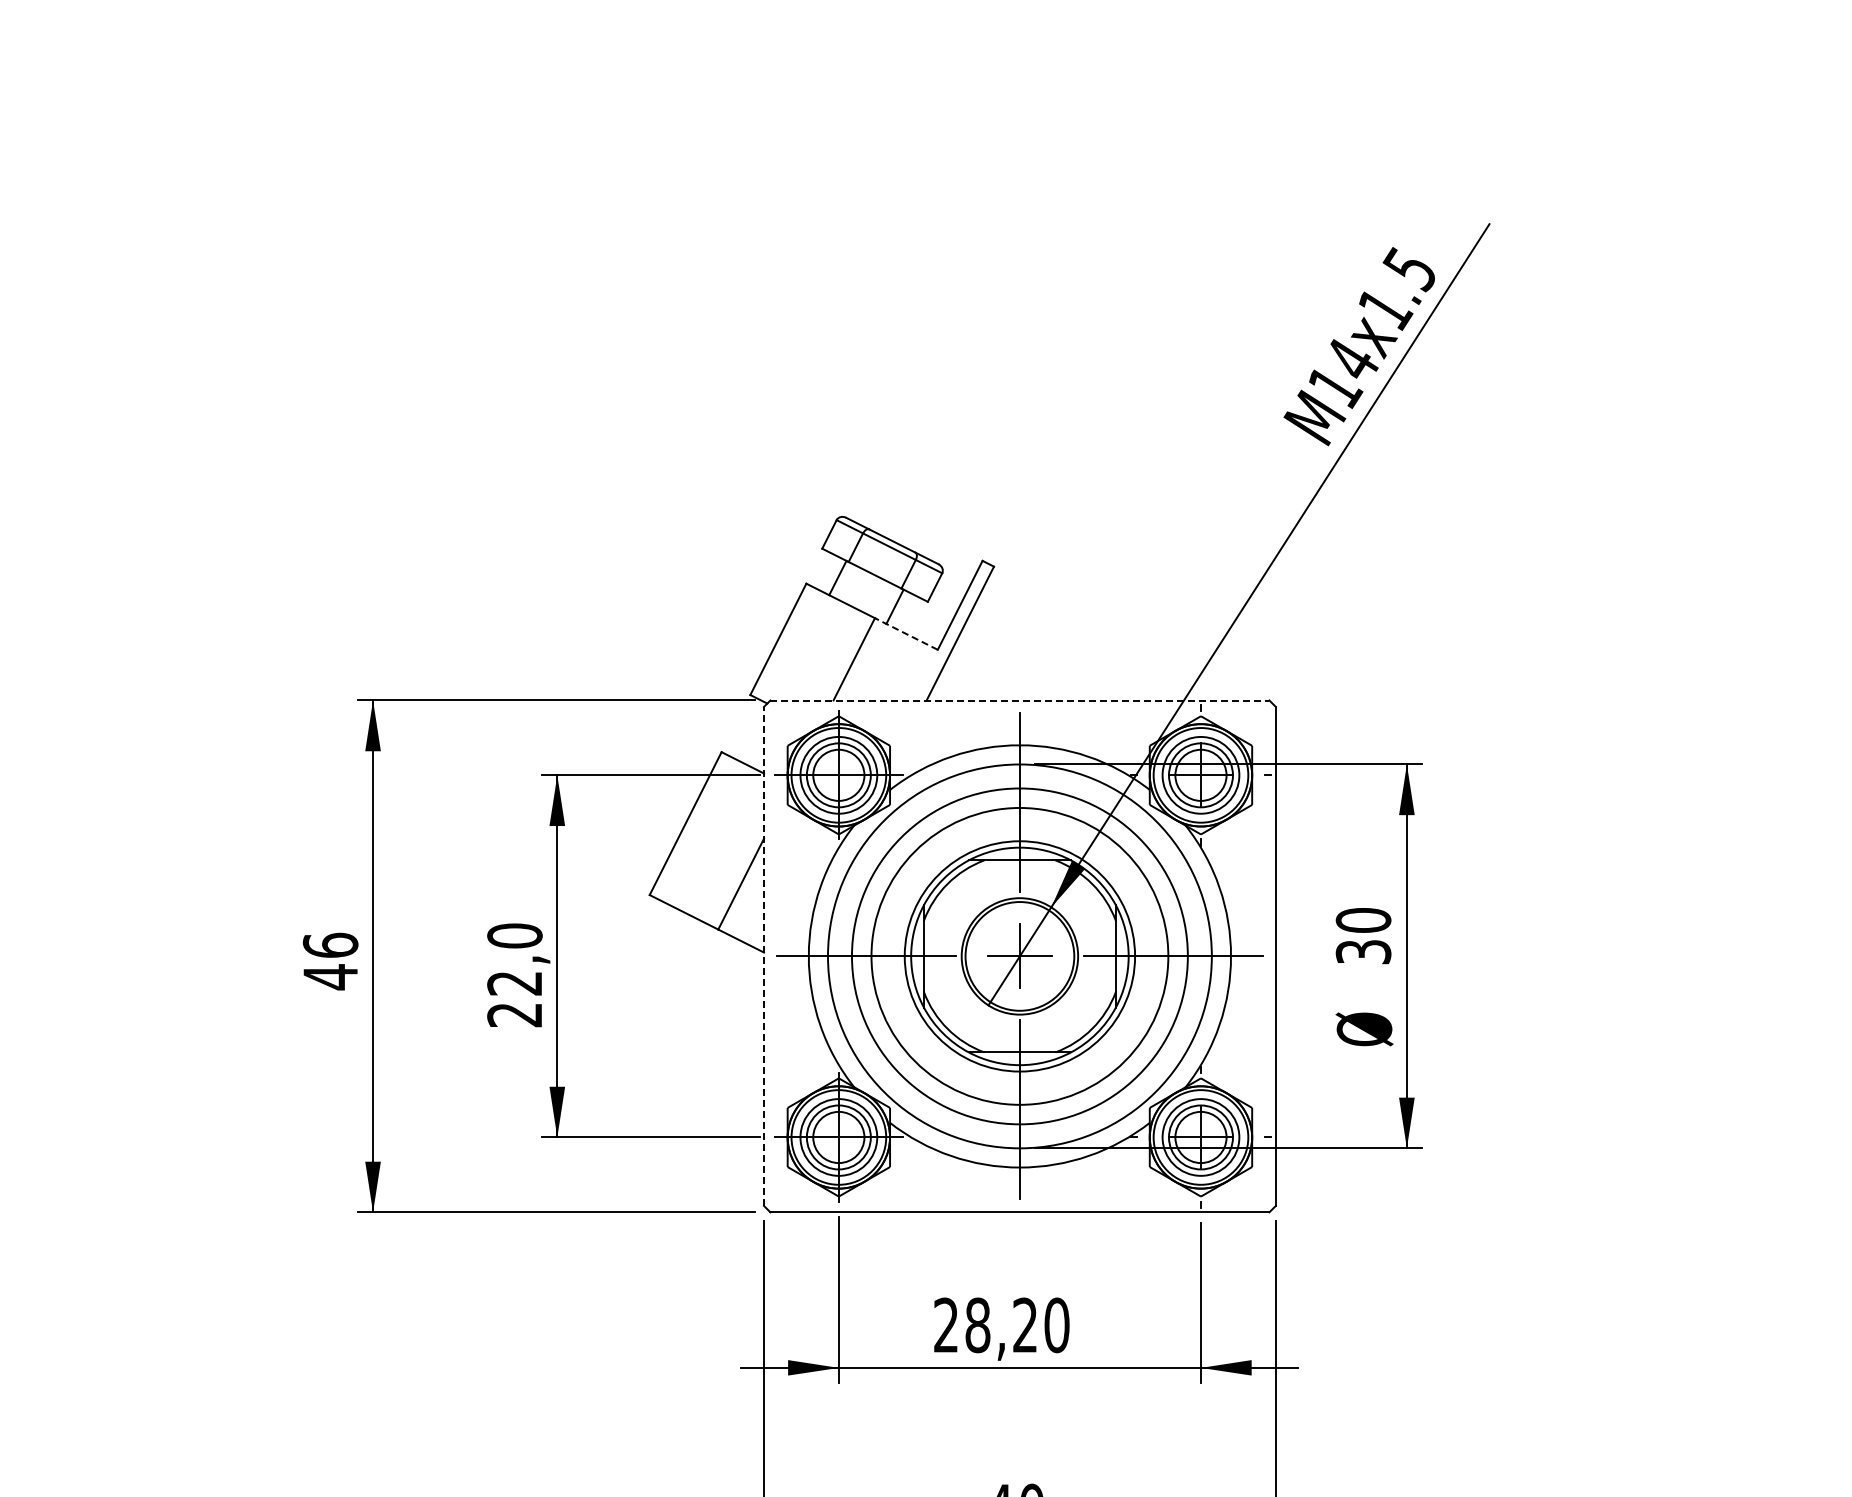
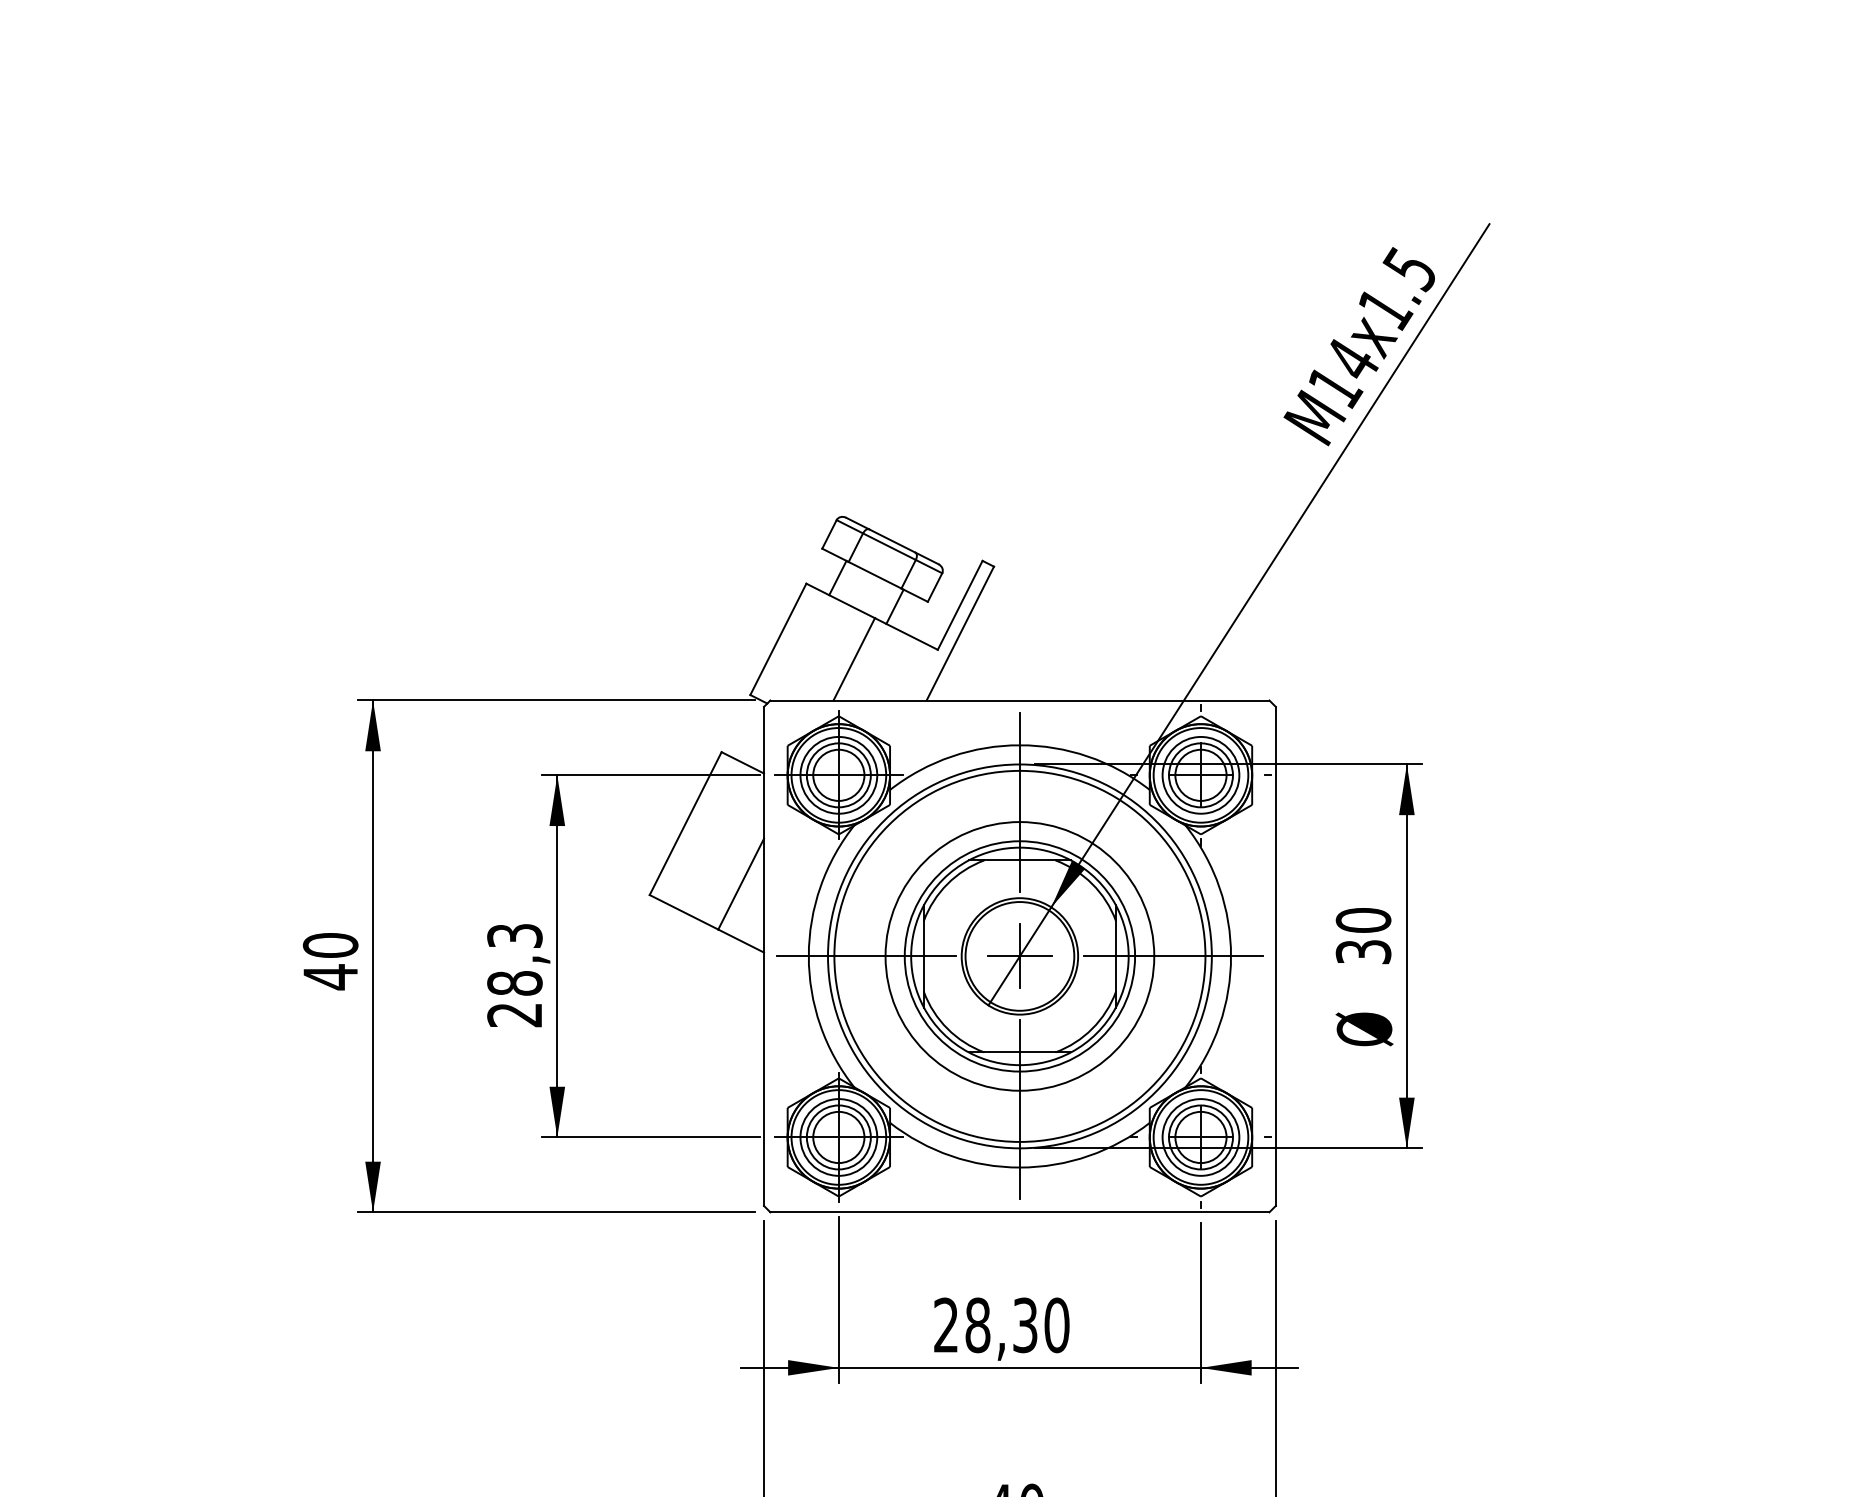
line at (905, 633): dashed -> solid
line at (1019, 700): dashed -> solid
text at (330, 944): 46 -> 40
circle at (1019, 955) diameter: 297 px -> 371 px
line at (764, 956): dashed -> solid
circle at (1019, 956) diameter: 336 px -> 269 px
text at (514, 959): 22,0 -> 28,3
text at (1025, 1325): 28,20 -> 28,30
